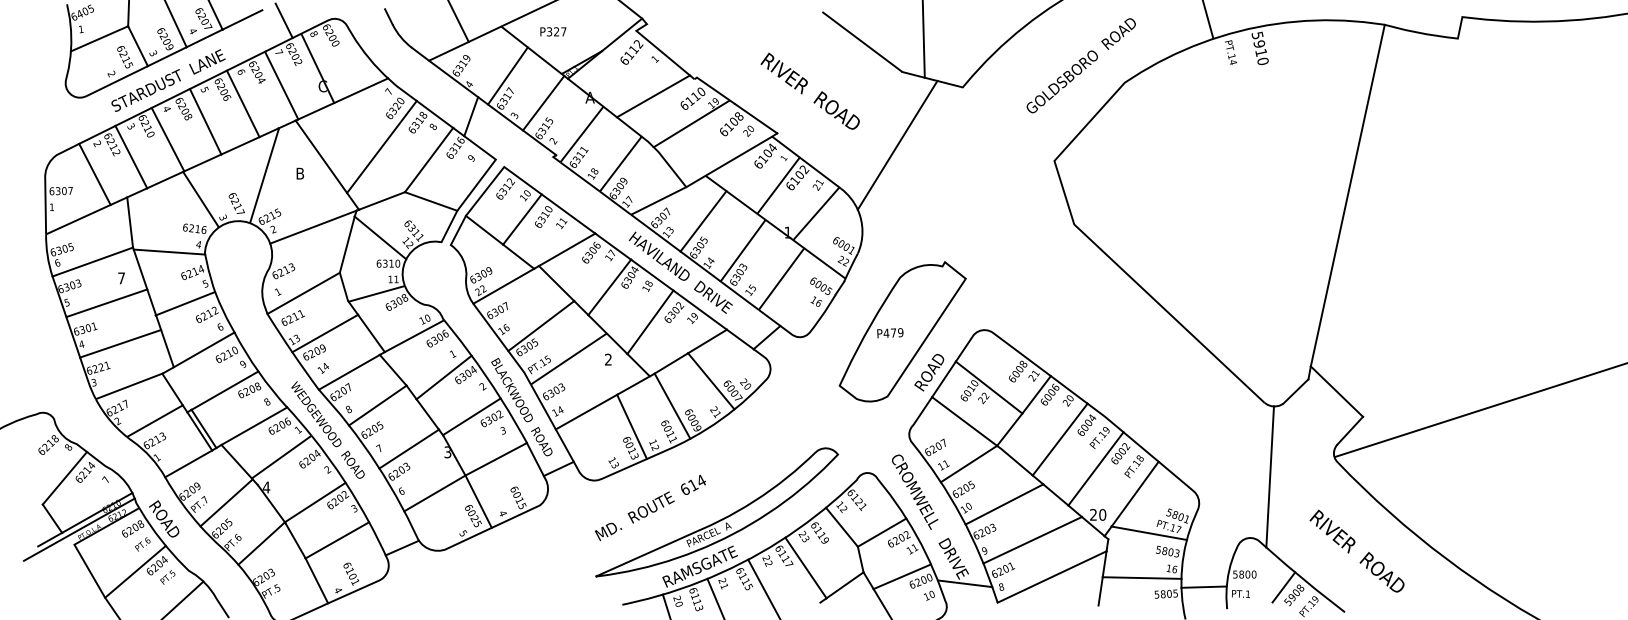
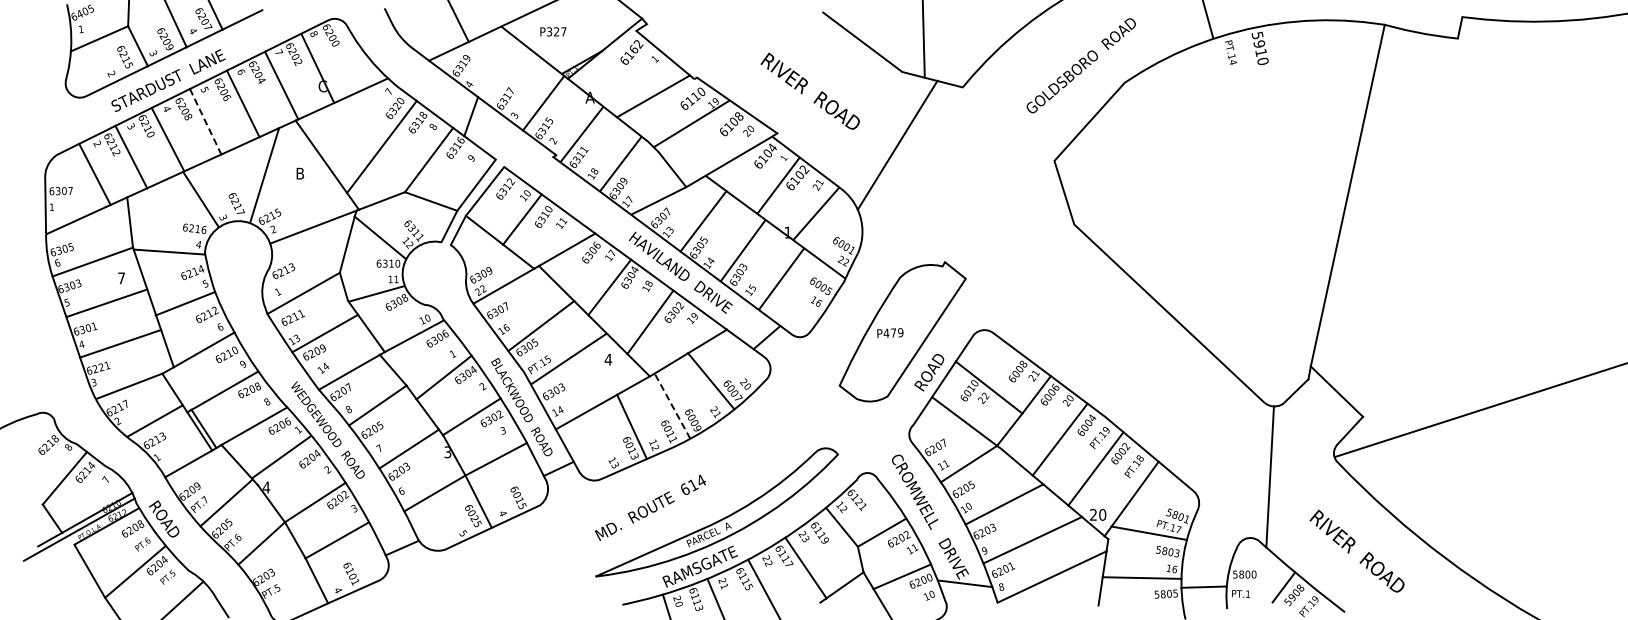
line at (283, 20): present -> none
text at (633, 49): 6112 -> 6162
line at (507, 75): present -> none
line at (206, 123): solid -> dashed
text at (608, 359): 2 -> 4
line at (672, 405): solid -> dashed
